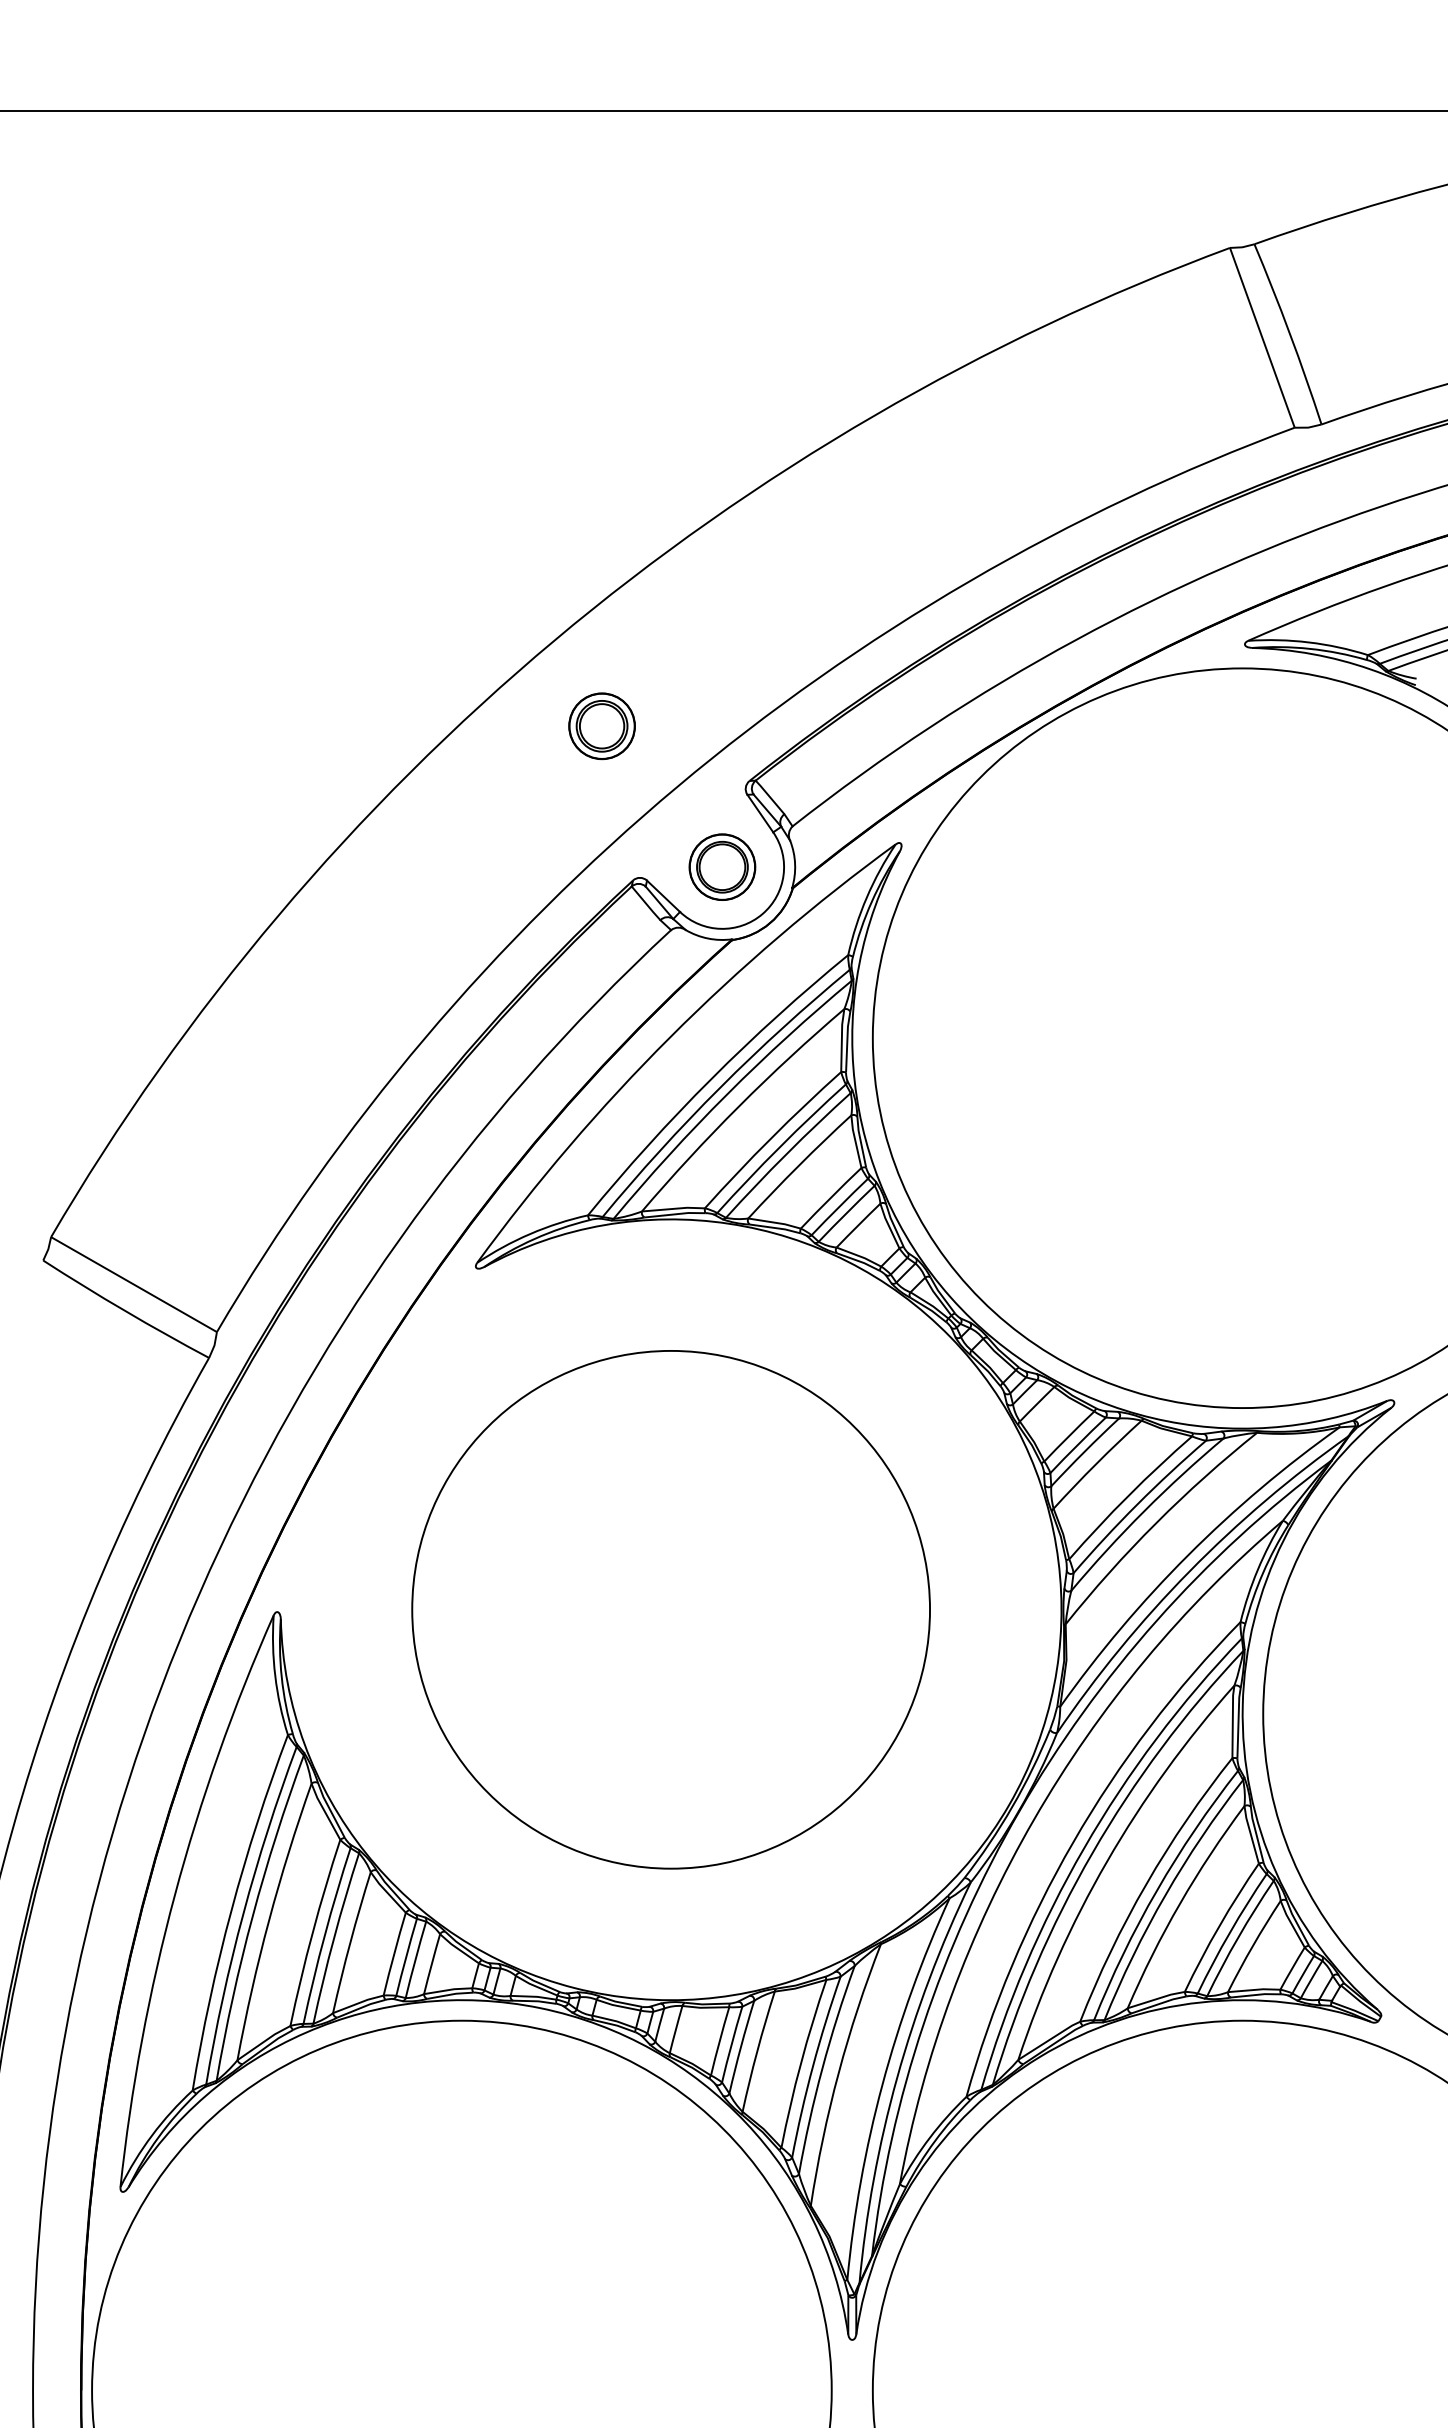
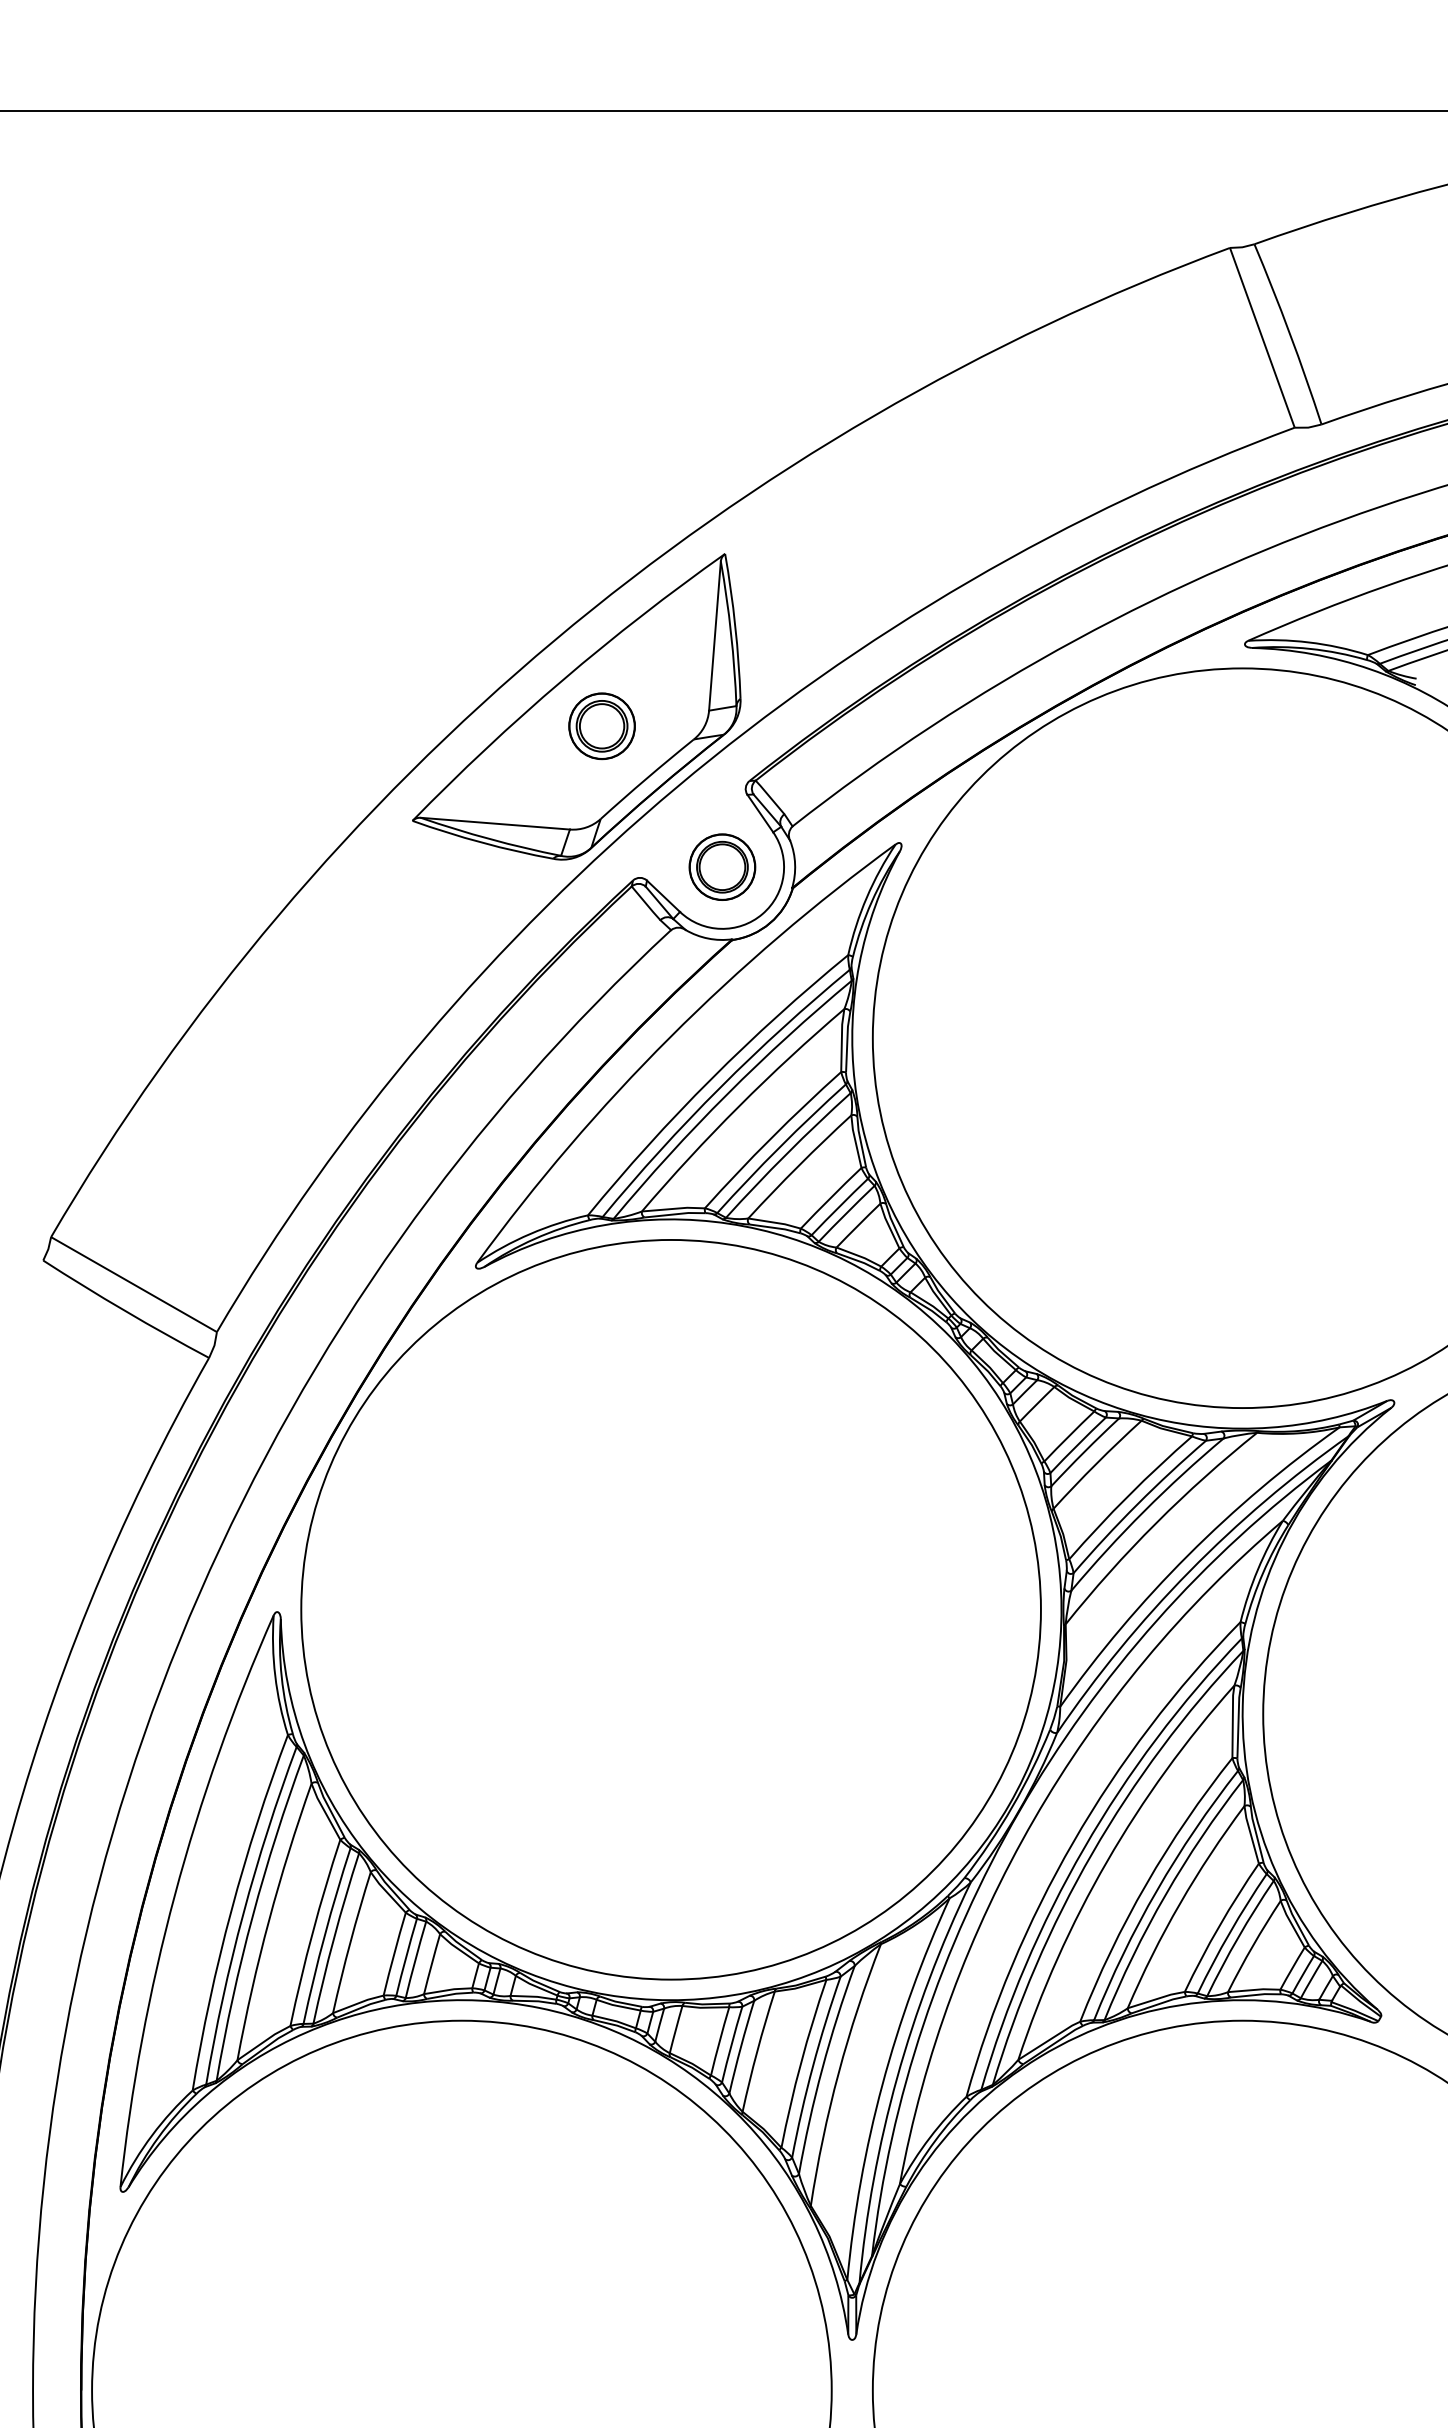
part at (576, 706): none -> present
circle at (671, 1609) diameter: 518 px -> 740 px
